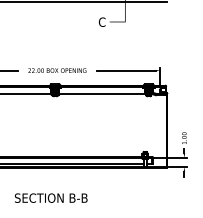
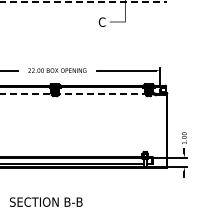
line at (83, 2): solid -> dashed
line at (72, 93): solid -> dashed
text at (51, 197) position: (51, 197) -> (46, 201)
